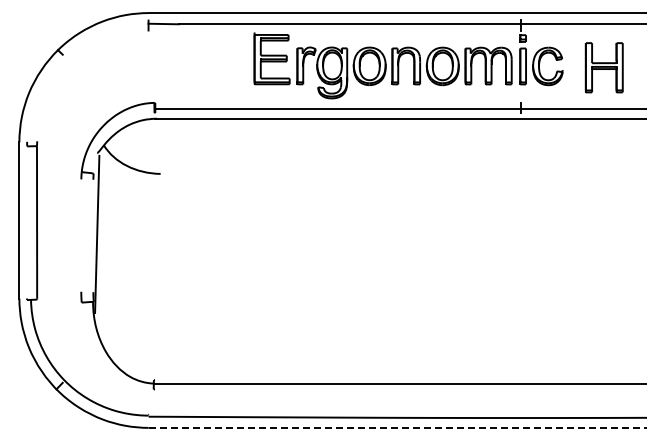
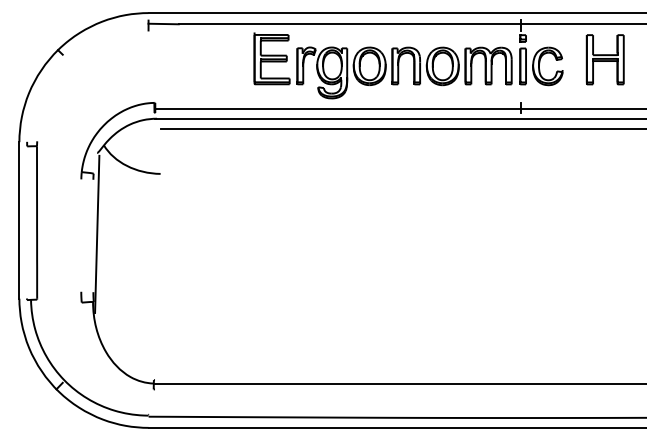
part at (603, 67) position: (603, 67) -> (604, 59)
line at (402, 128): none -> present
line at (397, 427): dashed -> solid
